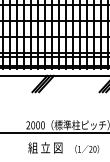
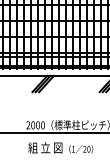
text at (87, 149) position: (87, 149) -> (81, 149)
